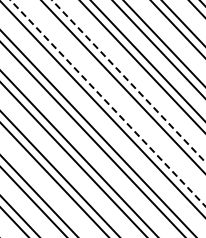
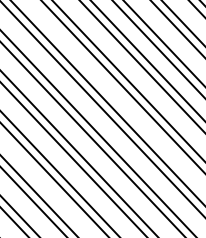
line at (128, 80): dashed -> solid
line at (107, 103): dashed -> solid
